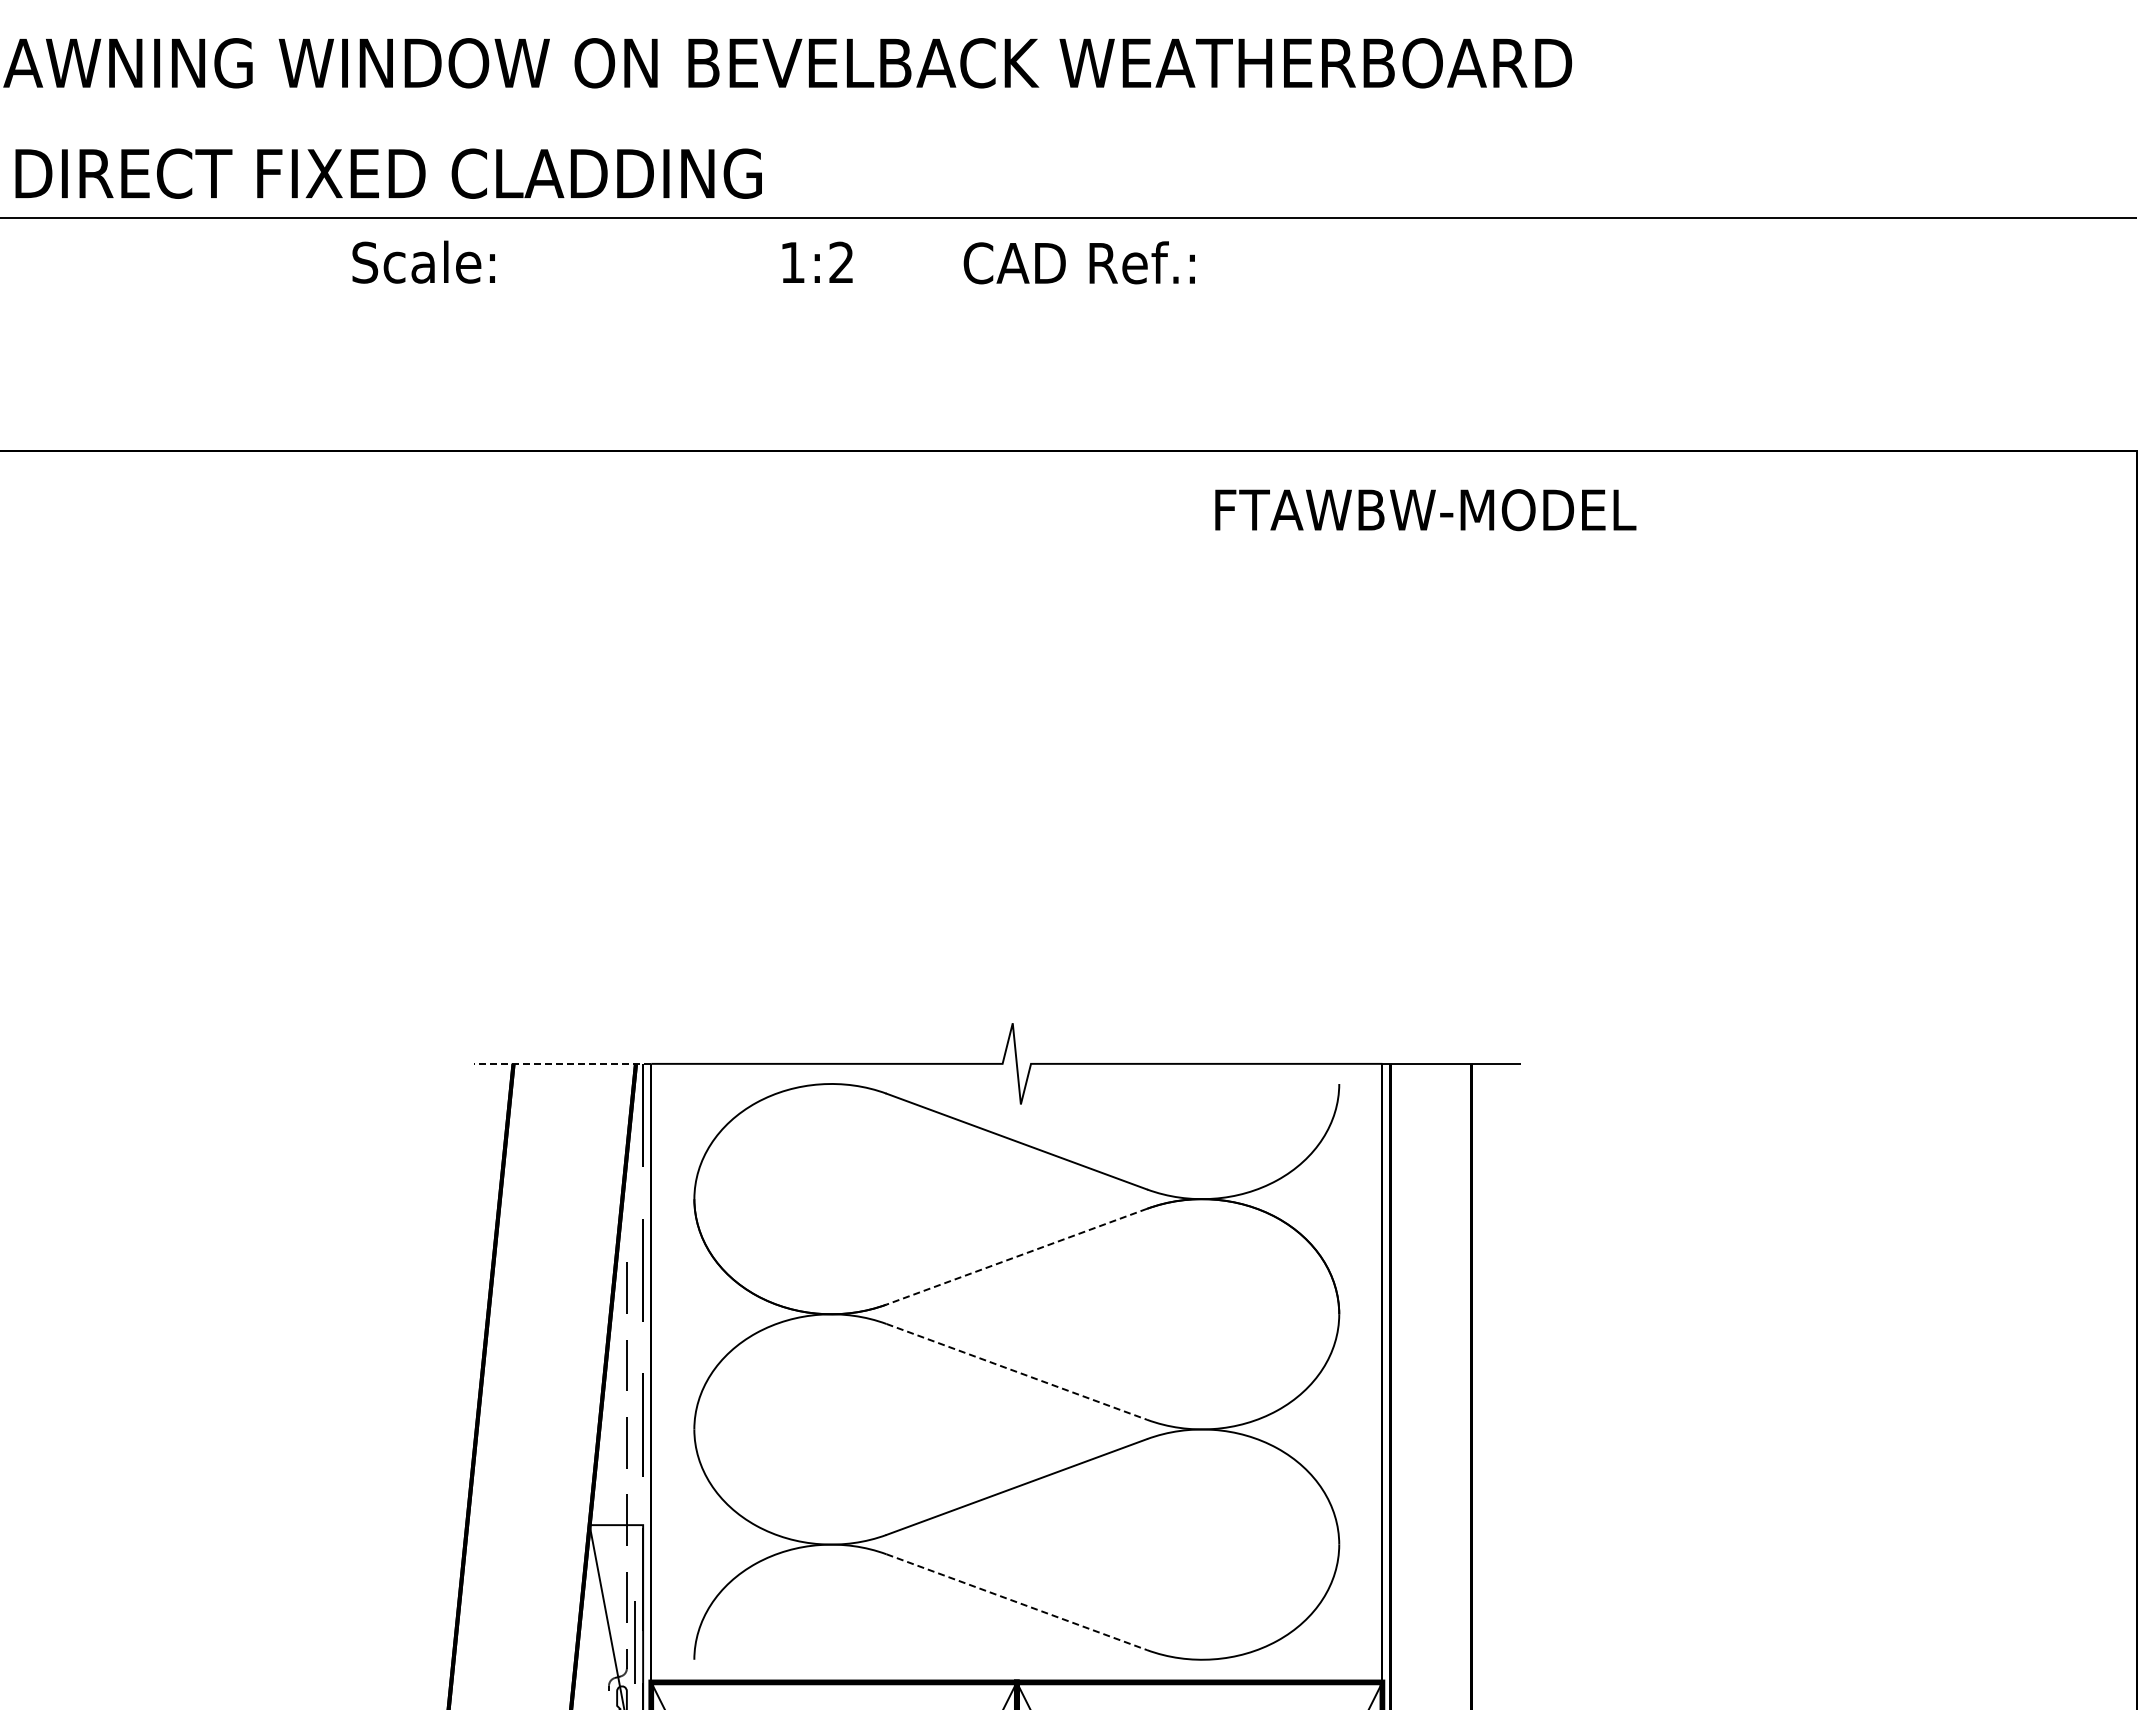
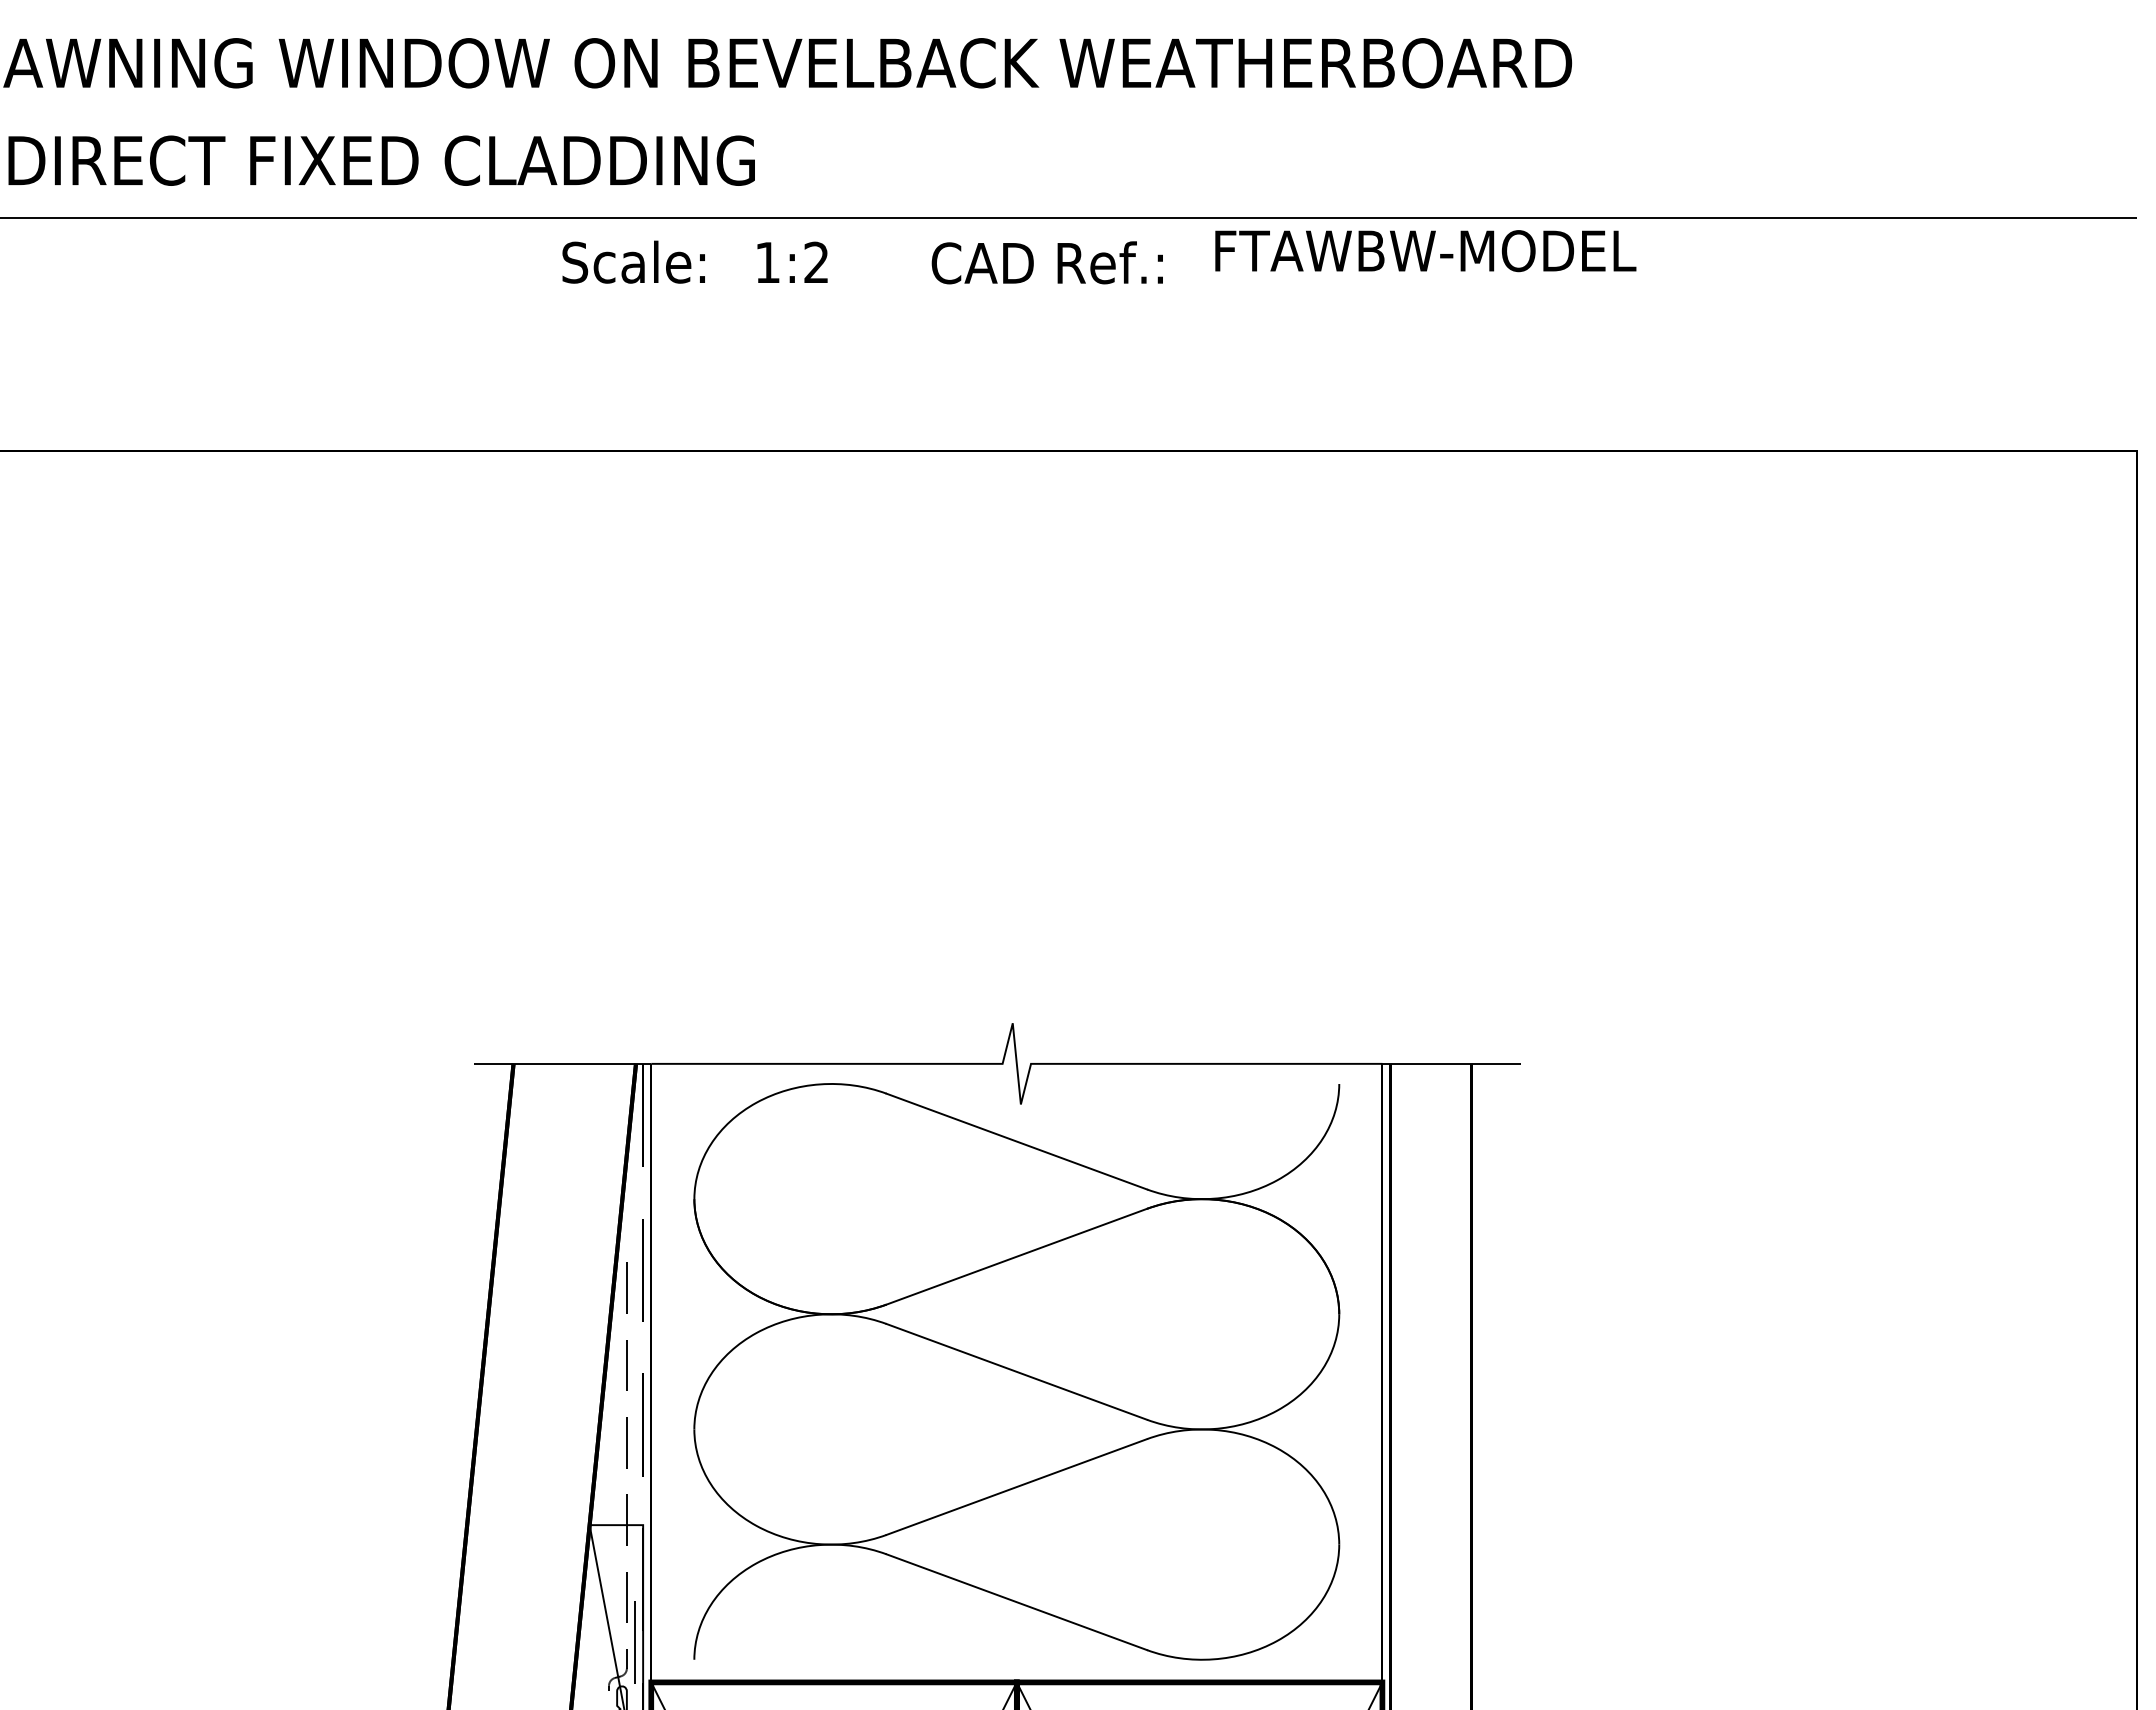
text at (388, 173) position: (388, 173) -> (381, 160)
text at (423, 261) position: (423, 261) -> (633, 261)
text at (817, 261) position: (817, 261) -> (792, 261)
text at (1078, 262) position: (1078, 262) -> (1046, 262)
text at (1425, 510) position: (1425, 510) -> (1425, 251)
line at (562, 1063): dashed -> solid
line at (1016, 1256): dashed -> solid
line at (1016, 1371): dashed -> solid
line at (1016, 1602): dashed -> solid
